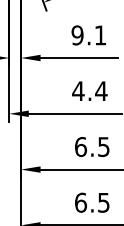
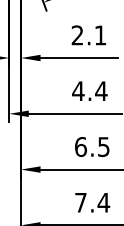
text at (77, 35): 9.1 -> 2.1
text at (92, 202): 6.5 -> 7.4
